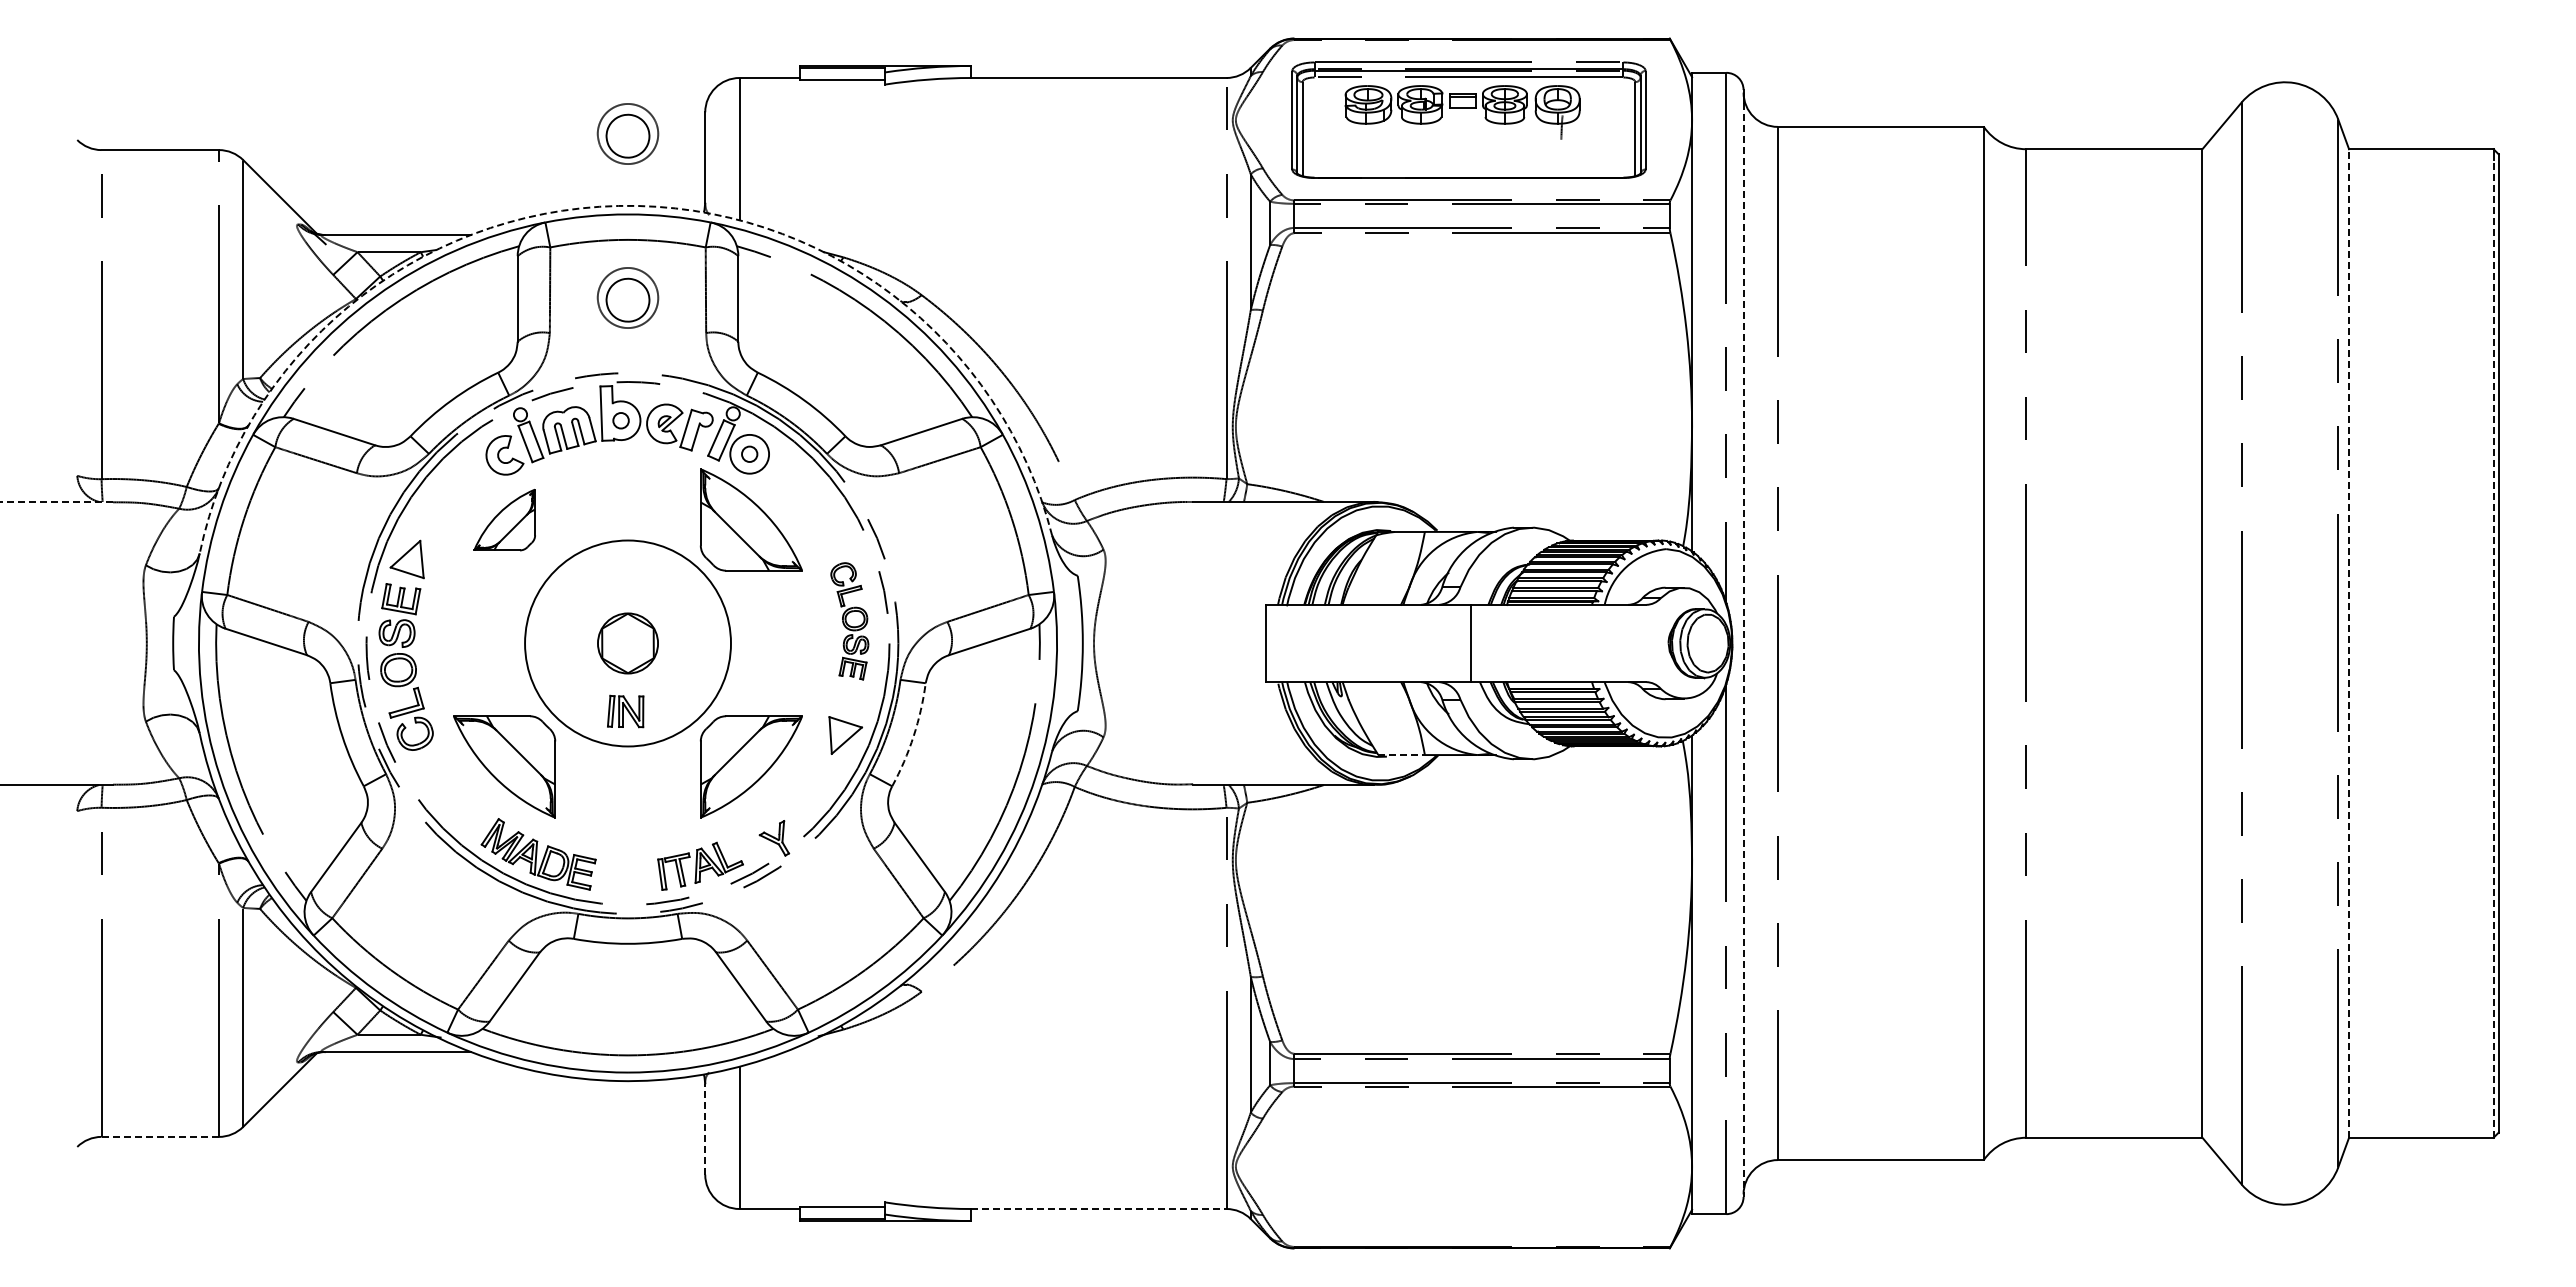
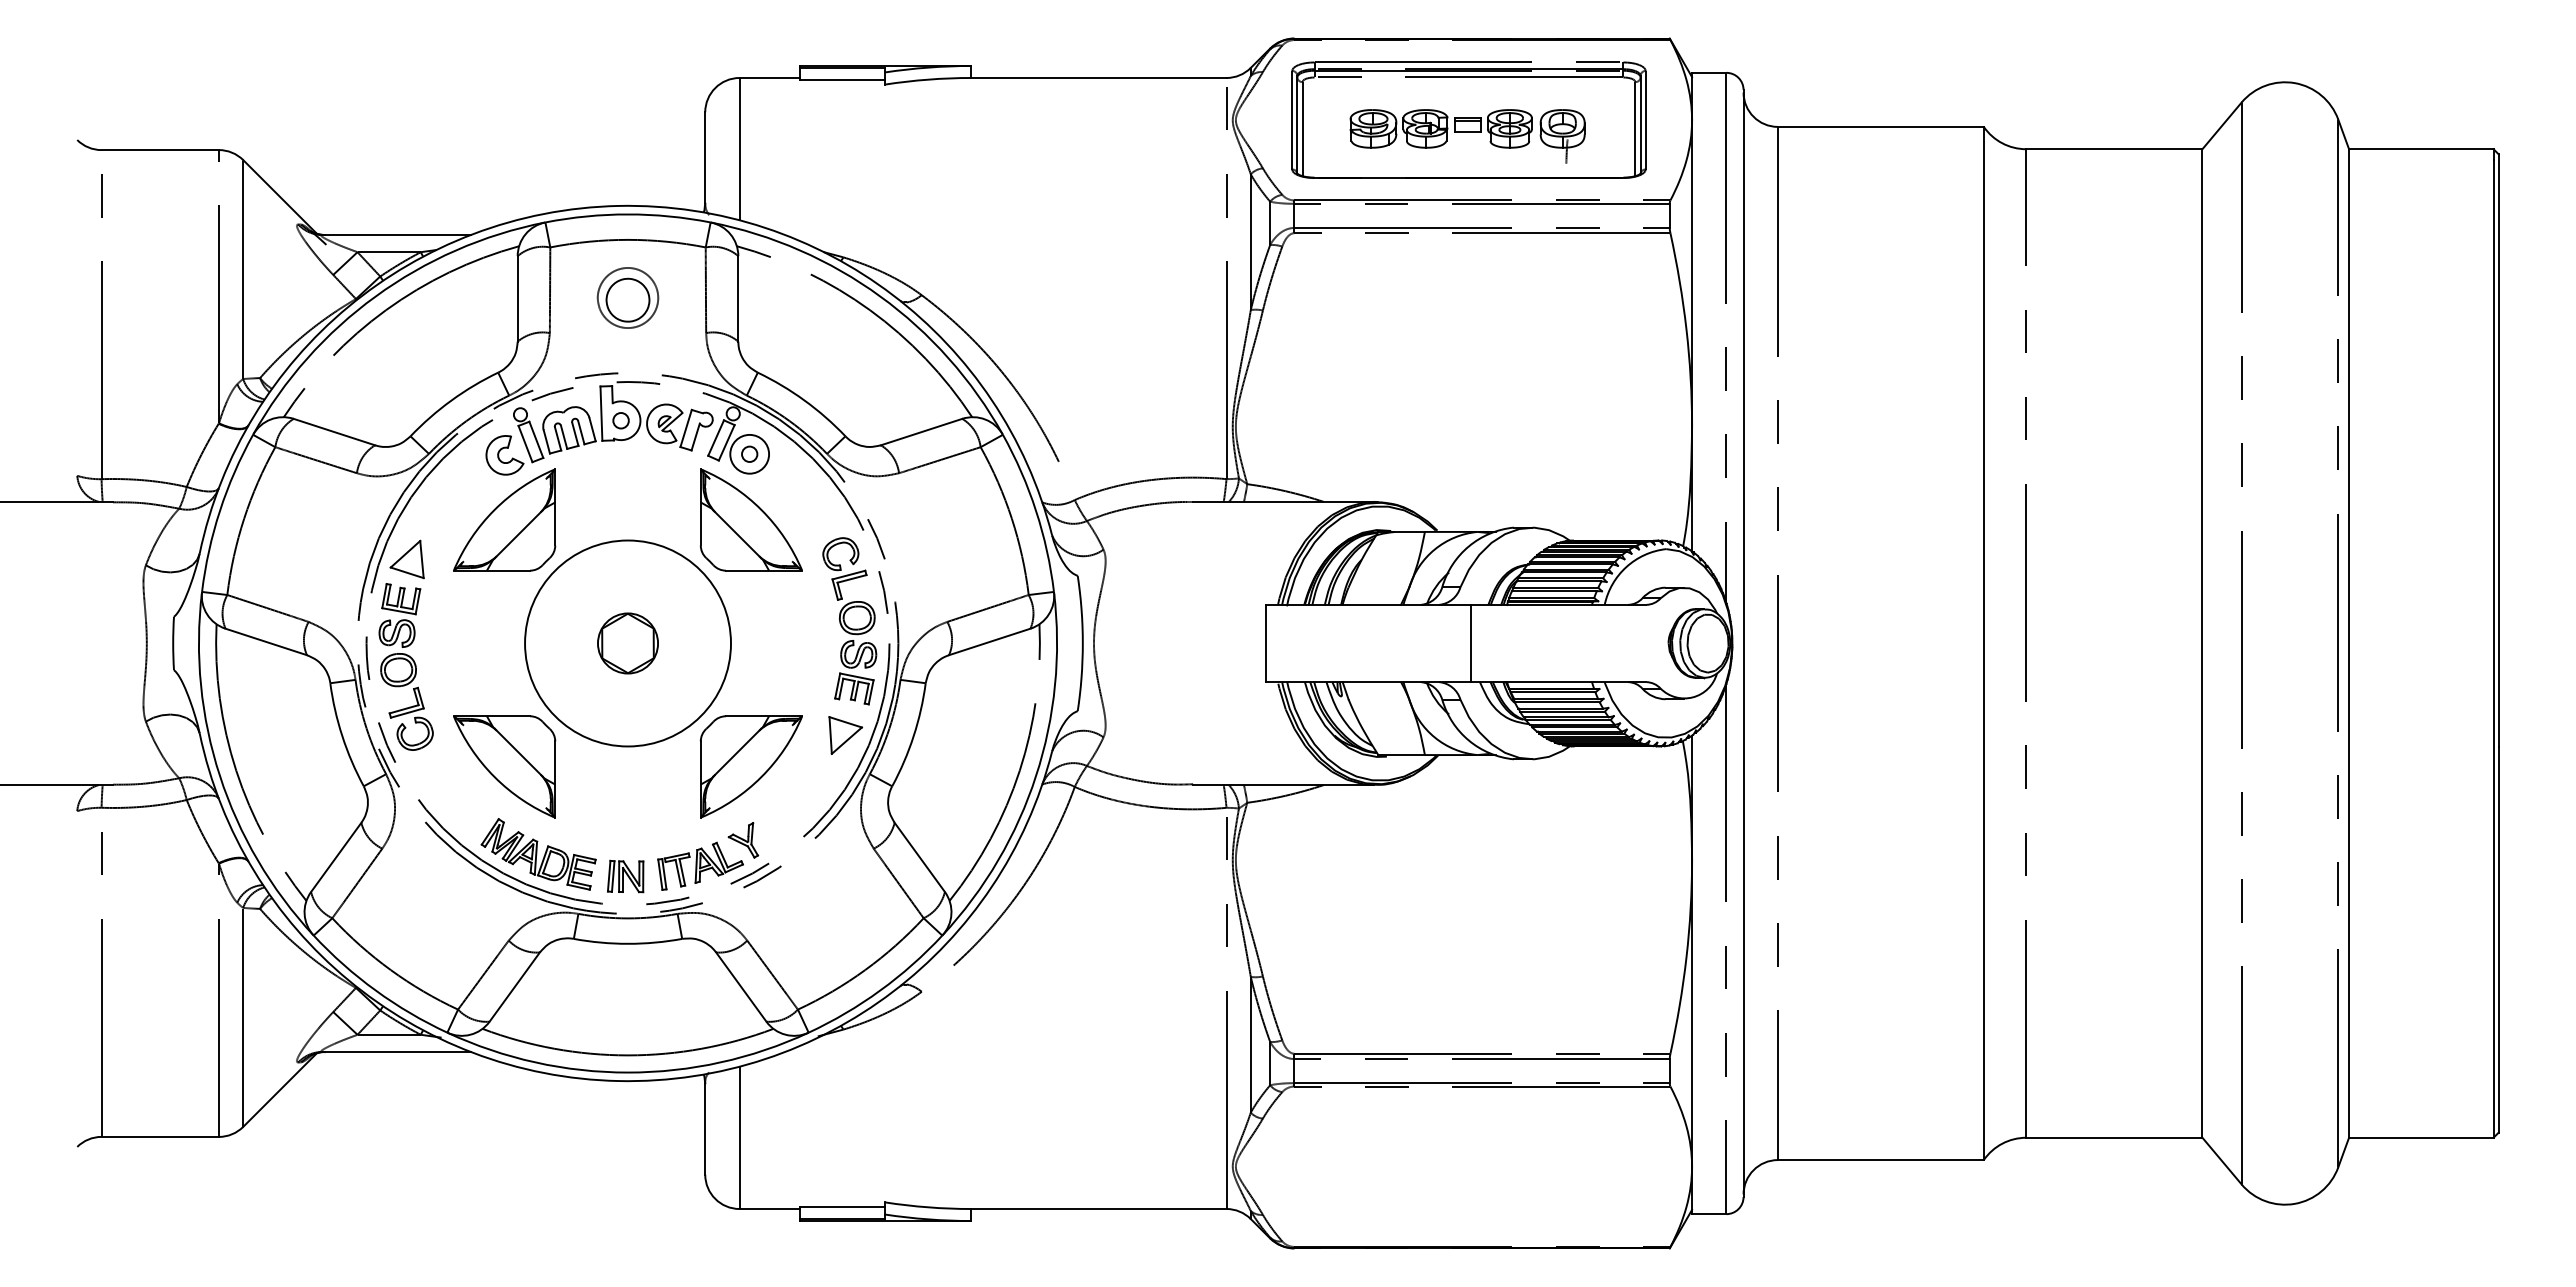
part at (1462, 112) position: (1462, 112) -> (1467, 136)
part at (627, 133): present -> none
arc at (618, 205): dashed -> solid
line at (56, 501): dashed -> solid
part at (504, 519) size: 63x64 px -> 104x104 px
part at (849, 621) size: 40x119 px -> 56x169 px
line at (2349, 643): dashed -> solid
line at (2493, 649): dashed -> solid
line at (1743, 650): dashed -> solid
part at (625, 711) position: (625, 711) -> (625, 876)
arc at (913, 736): dashed -> solid
line at (1402, 755): dashed -> solid
part at (774, 838) position: (774, 838) -> (743, 840)
line at (705, 1128): dashed -> solid
line at (160, 1136): dashed -> solid
line at (1098, 1209): dashed -> solid
